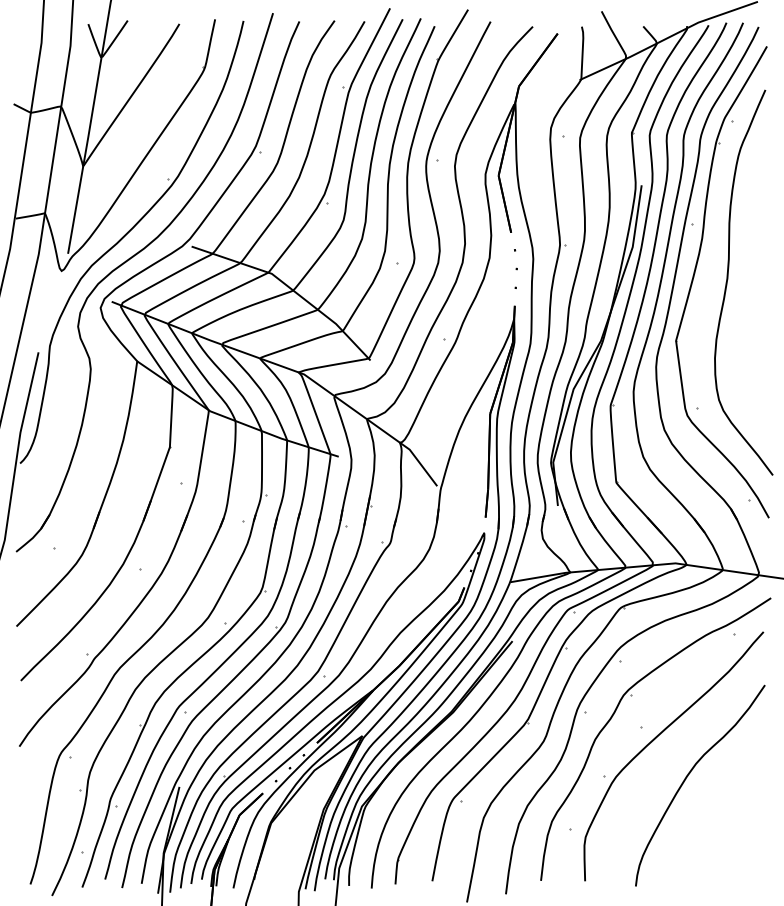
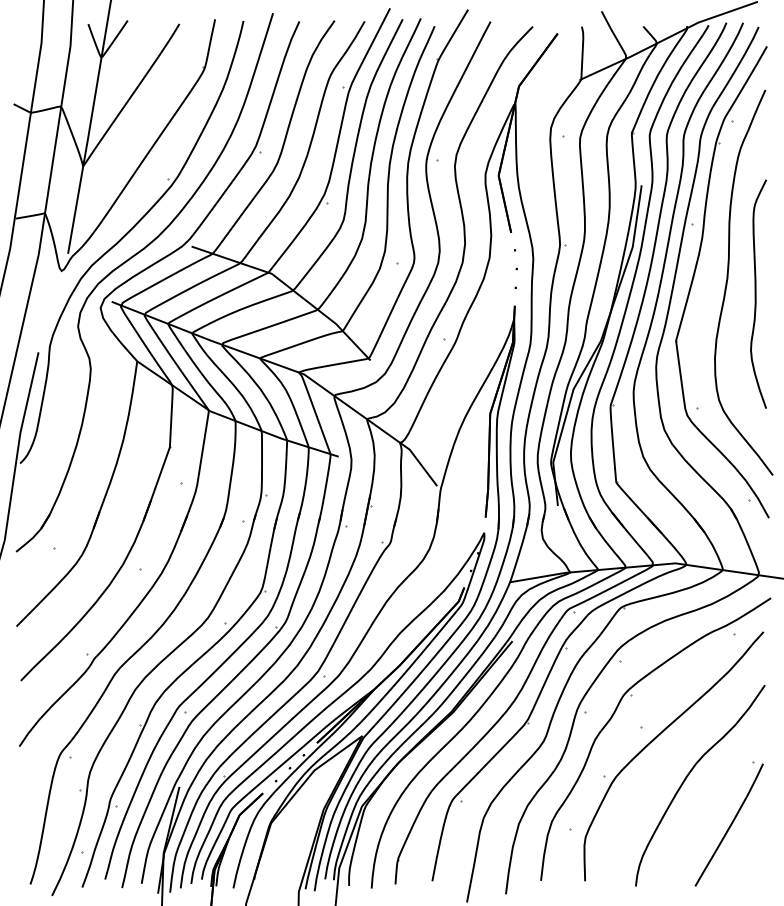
curve at (756, 293): none -> present
part at (728, 823): none -> present
